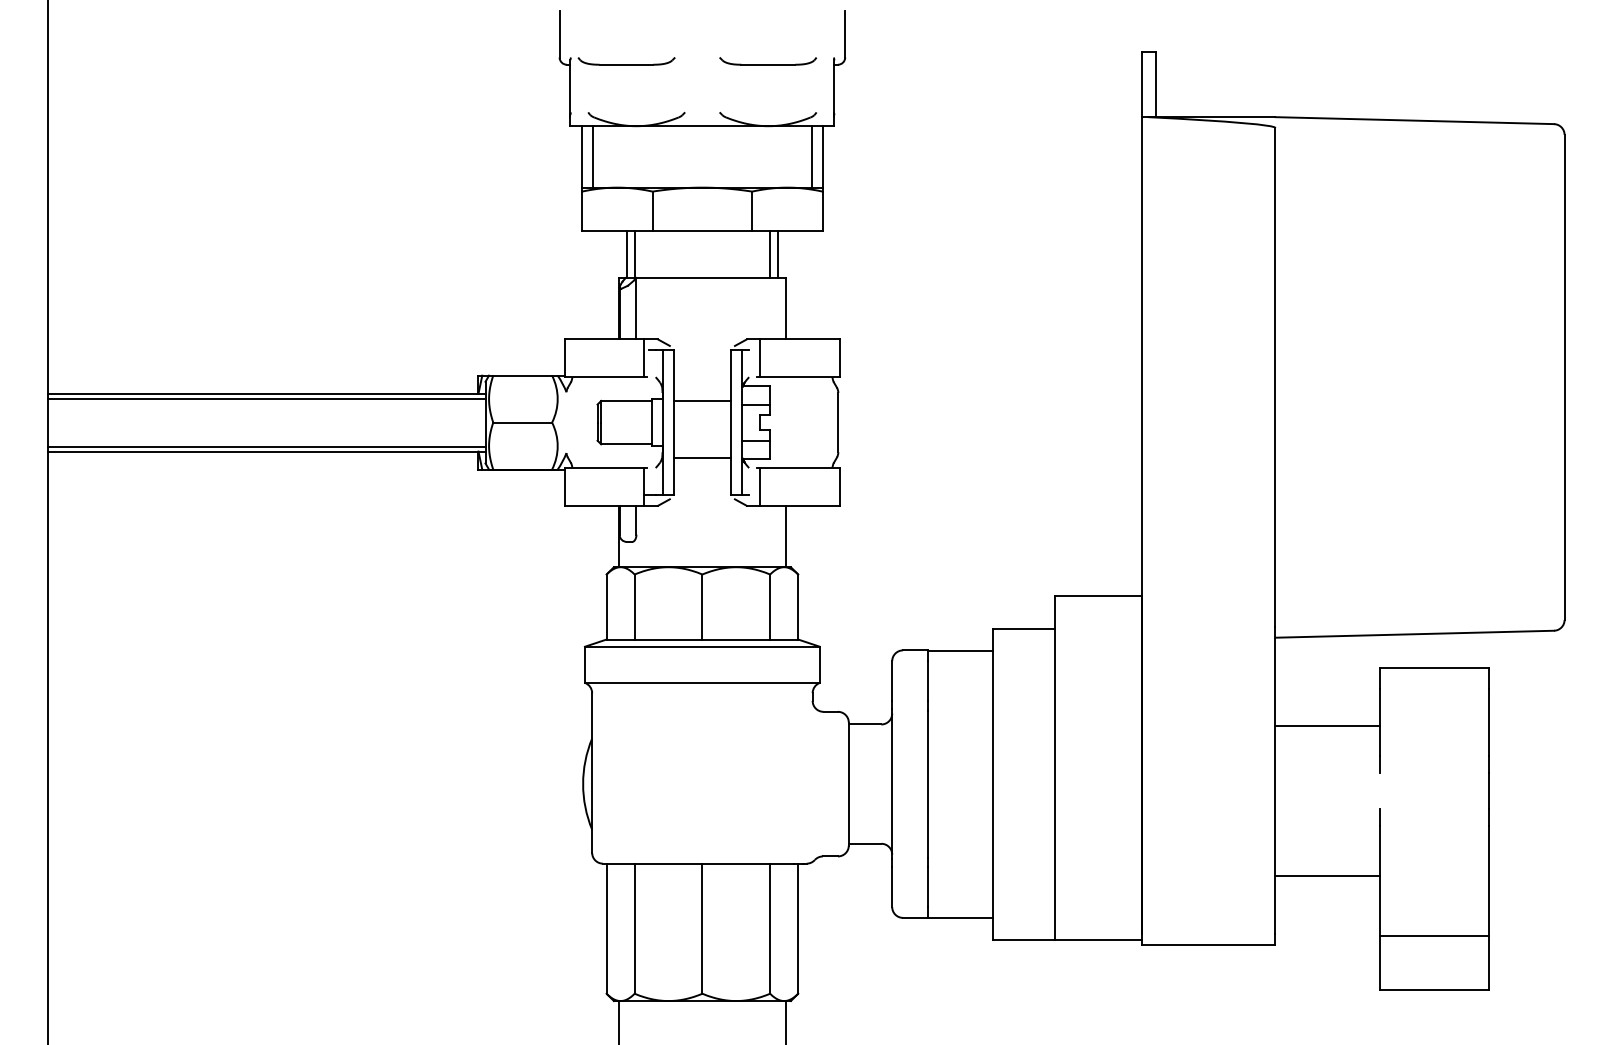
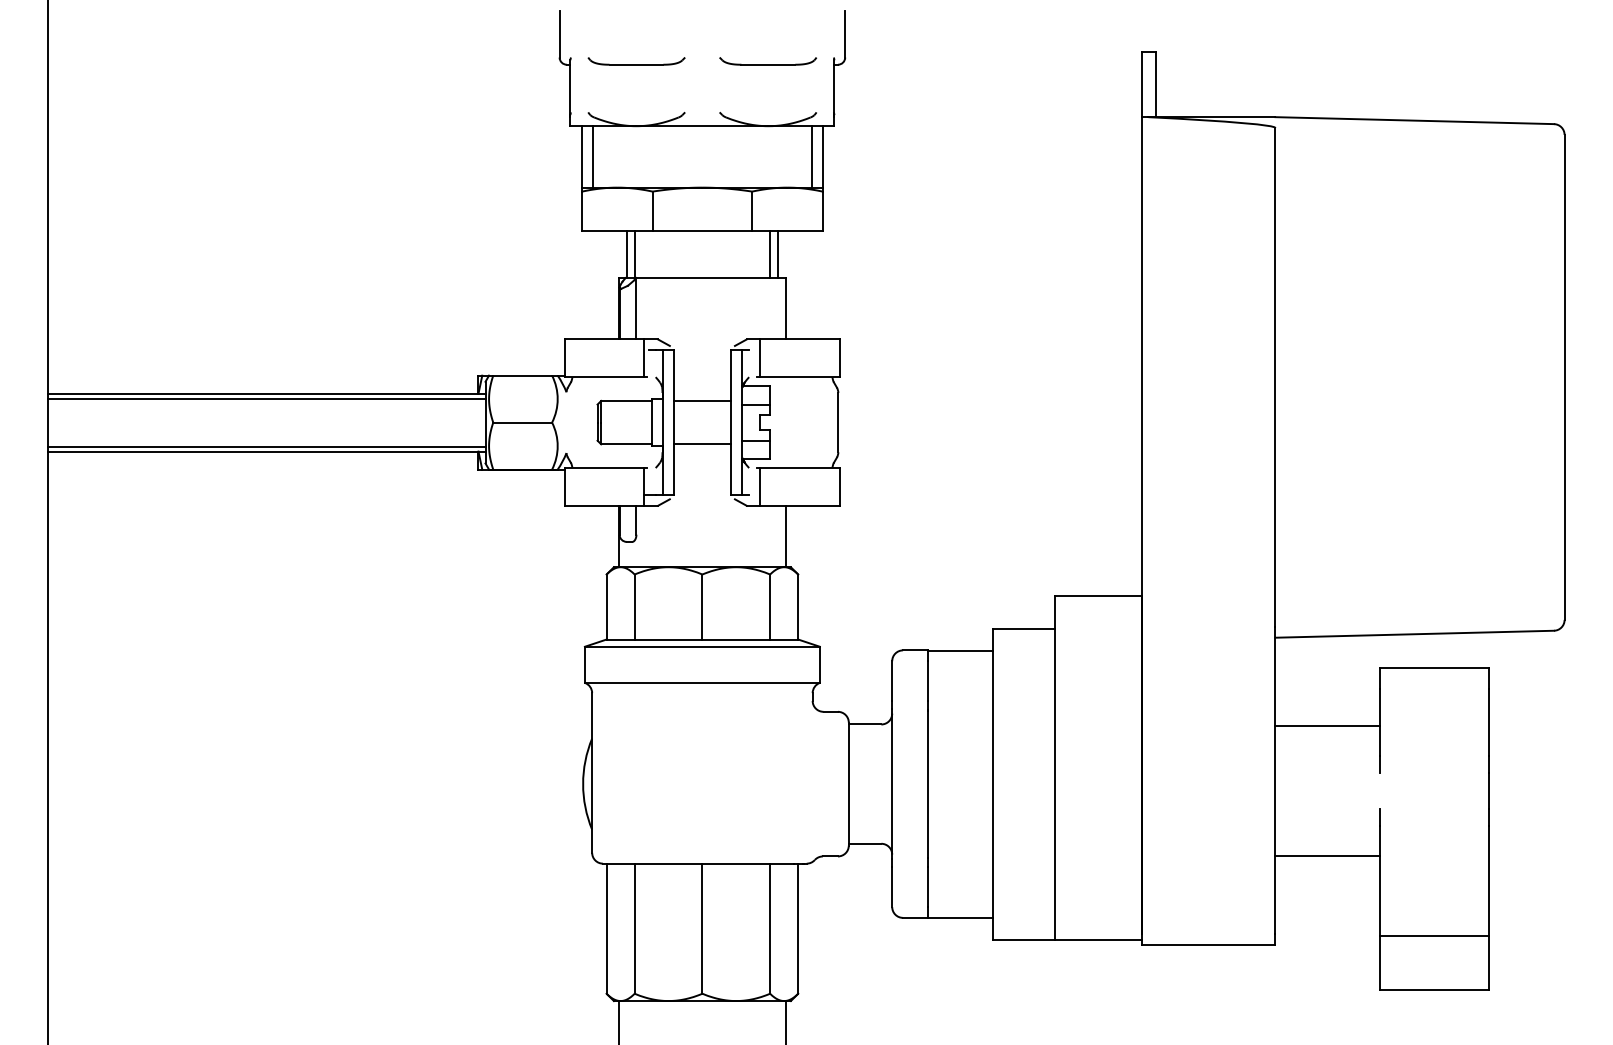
part at (626, 61) position: (626, 61) -> (636, 61)
line at (702, 458) position: (702, 458) -> (702, 444)
line at (1327, 876) position: (1327, 876) -> (1327, 856)
